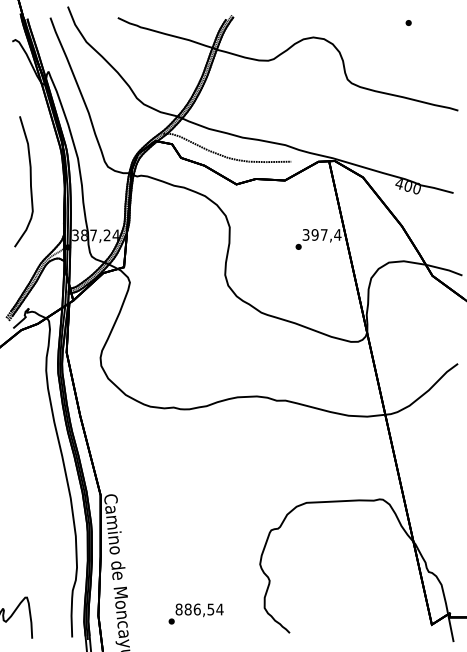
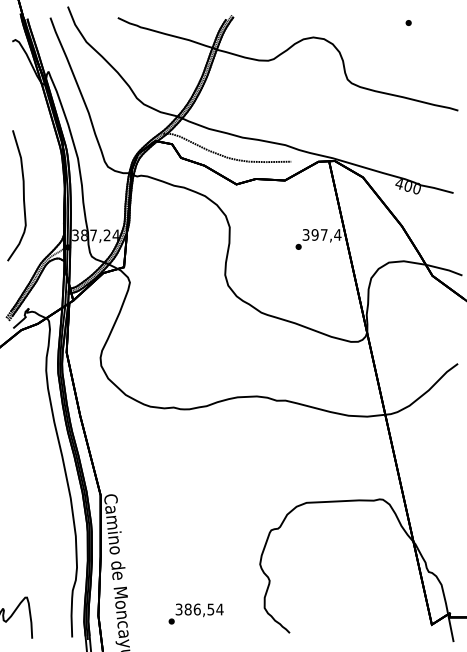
curve at (30, 181) position: (30, 181) -> (23, 195)
text at (178, 609): 886,54 -> 386,54
